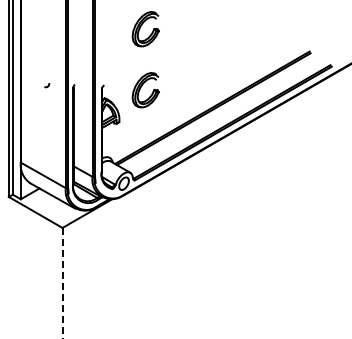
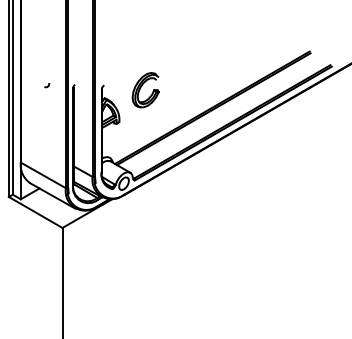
part at (145, 29): present -> none
line at (62, 283): dashed -> solid
